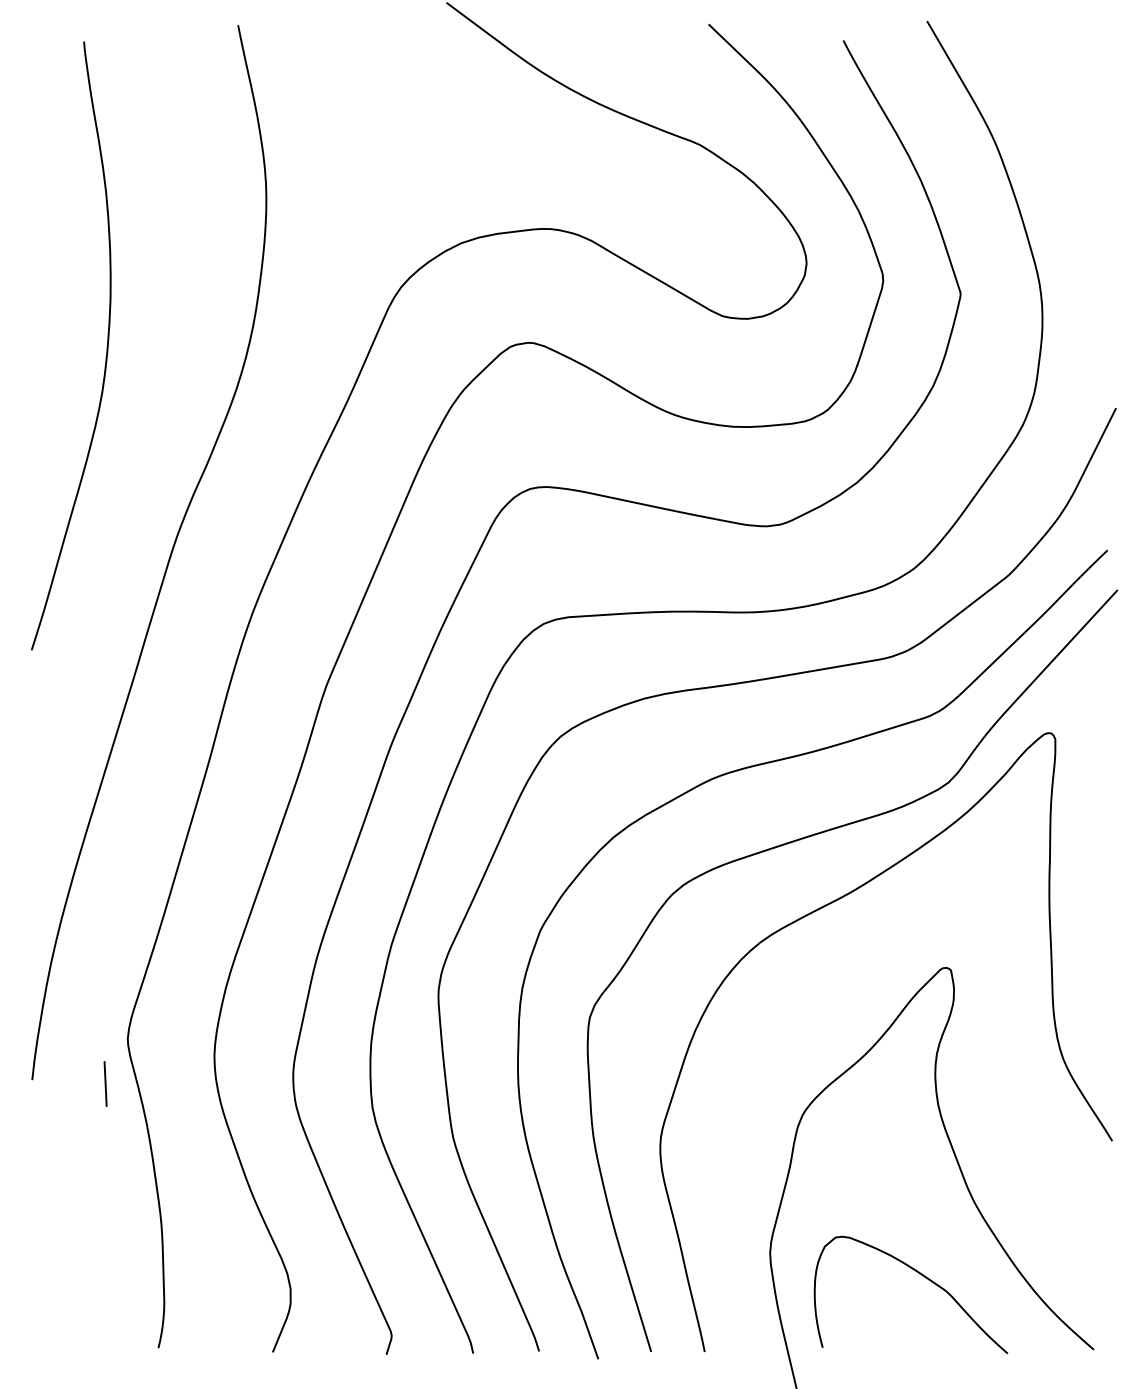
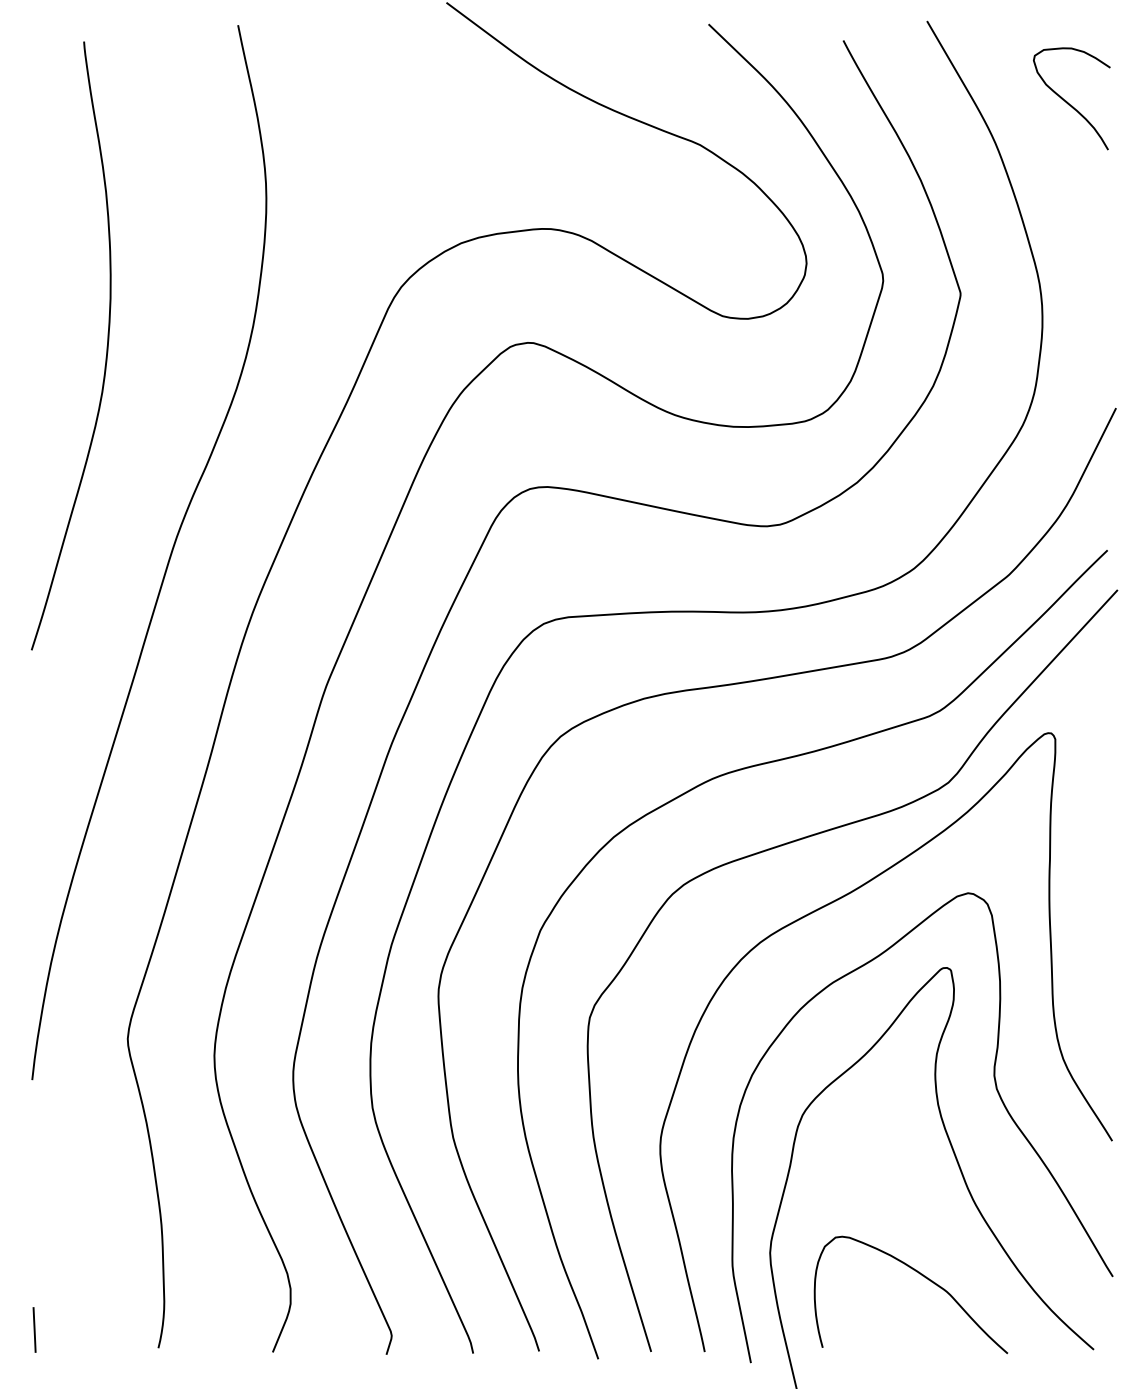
curve at (1067, 101): none -> present
line at (105, 1083) position: (105, 1083) -> (34, 1329)
curve at (997, 1093): none -> present
